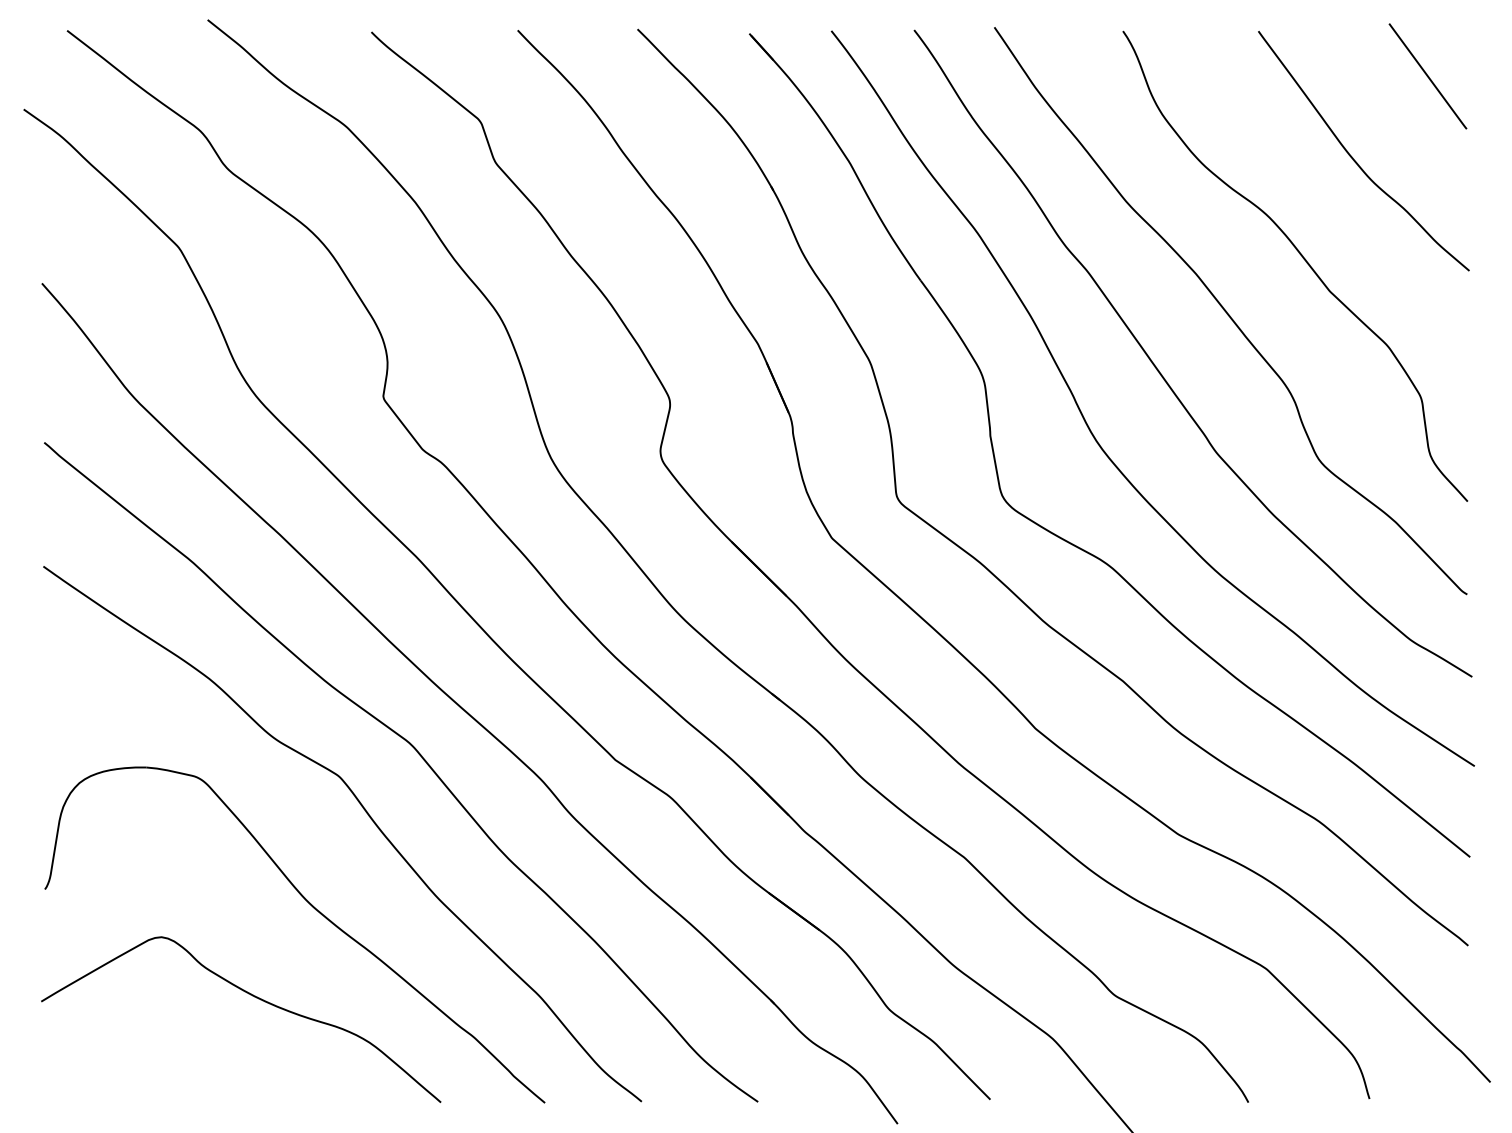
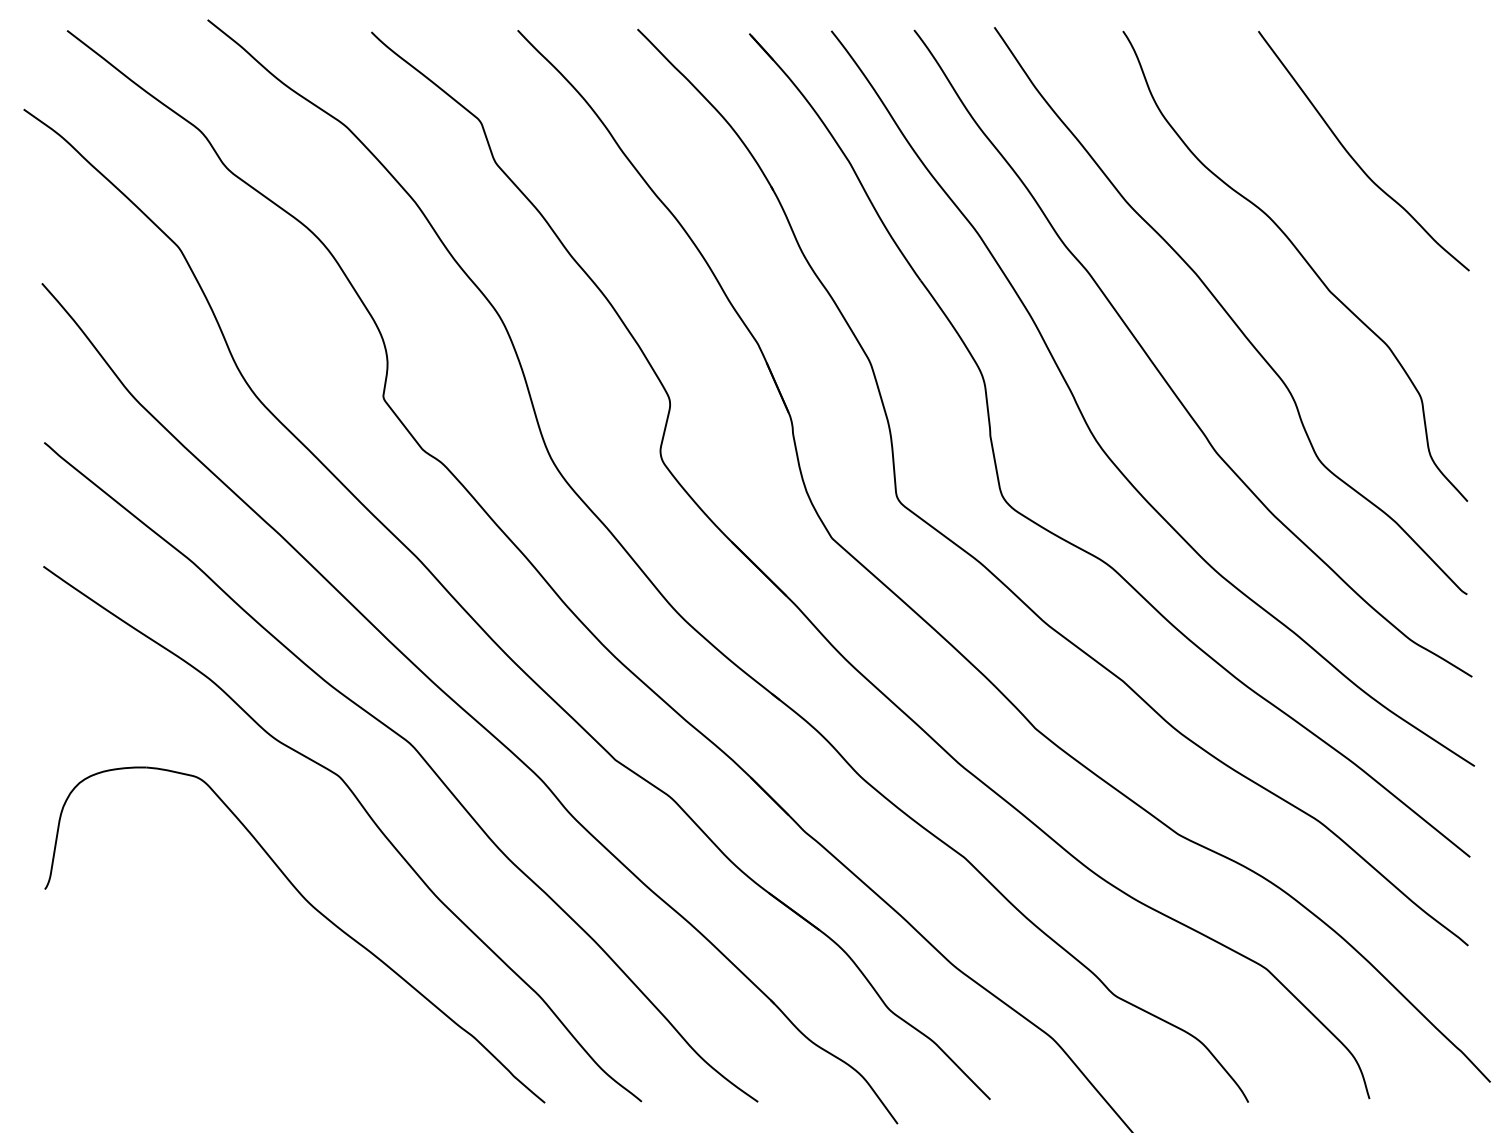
line at (1427, 76): present -> none
curve at (252, 996): present -> none
